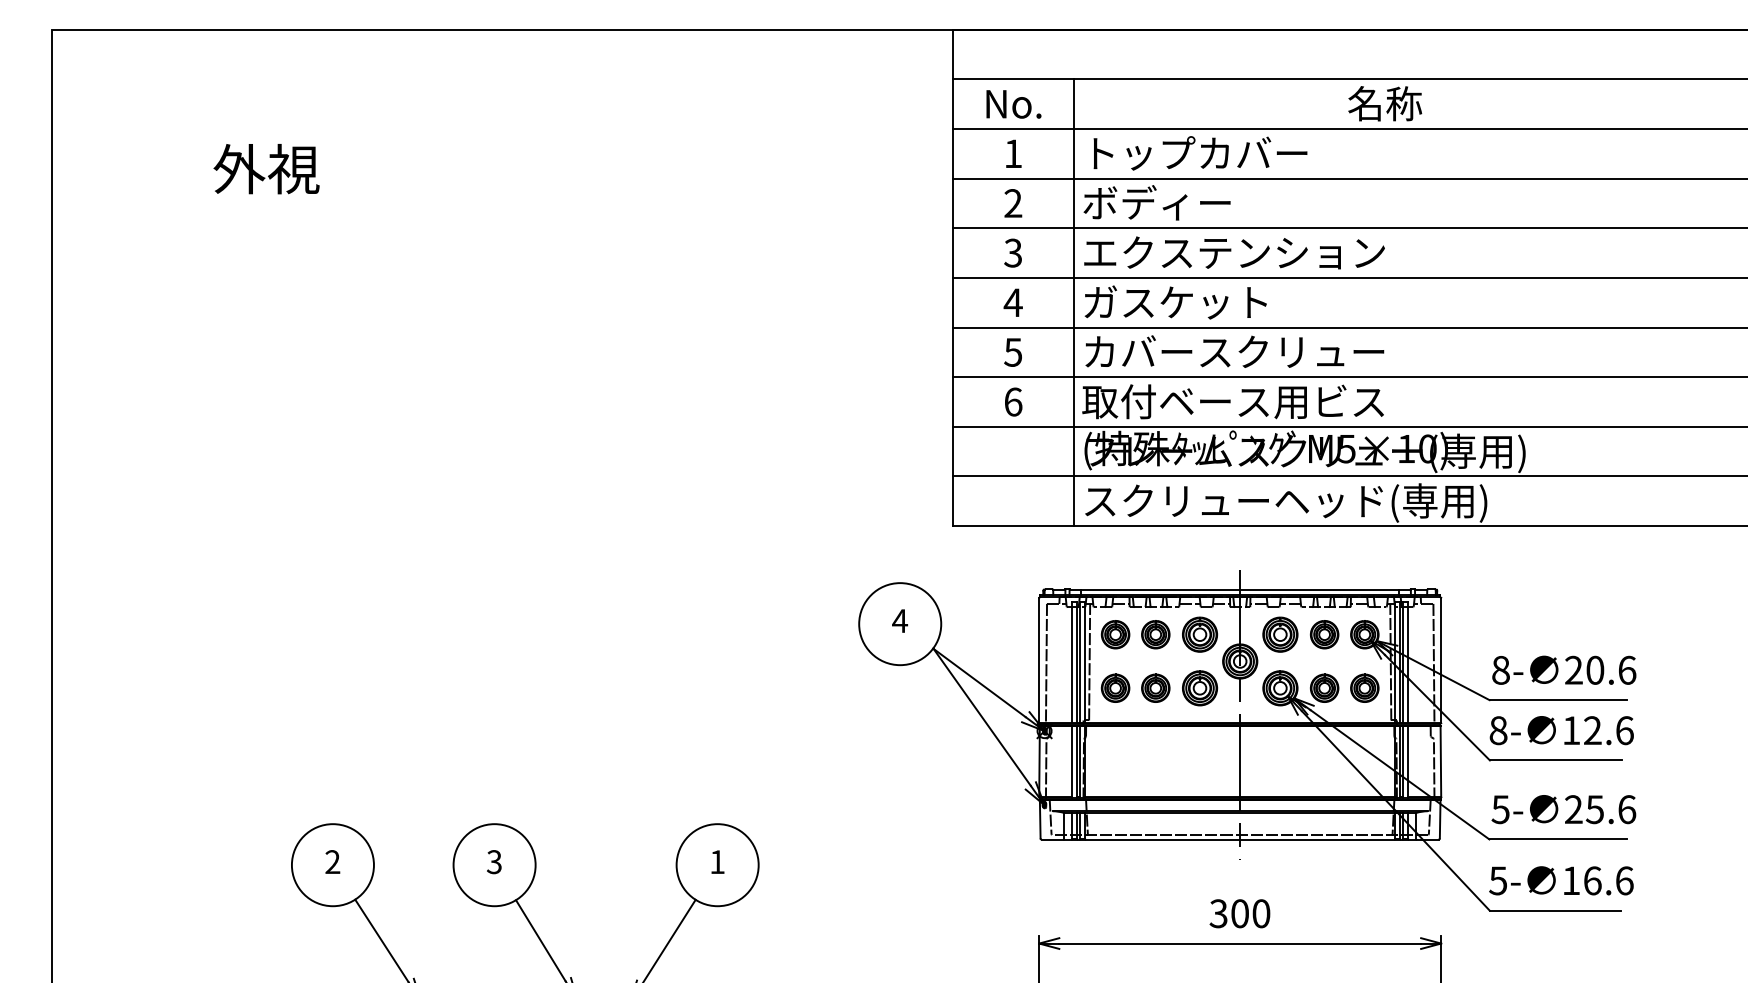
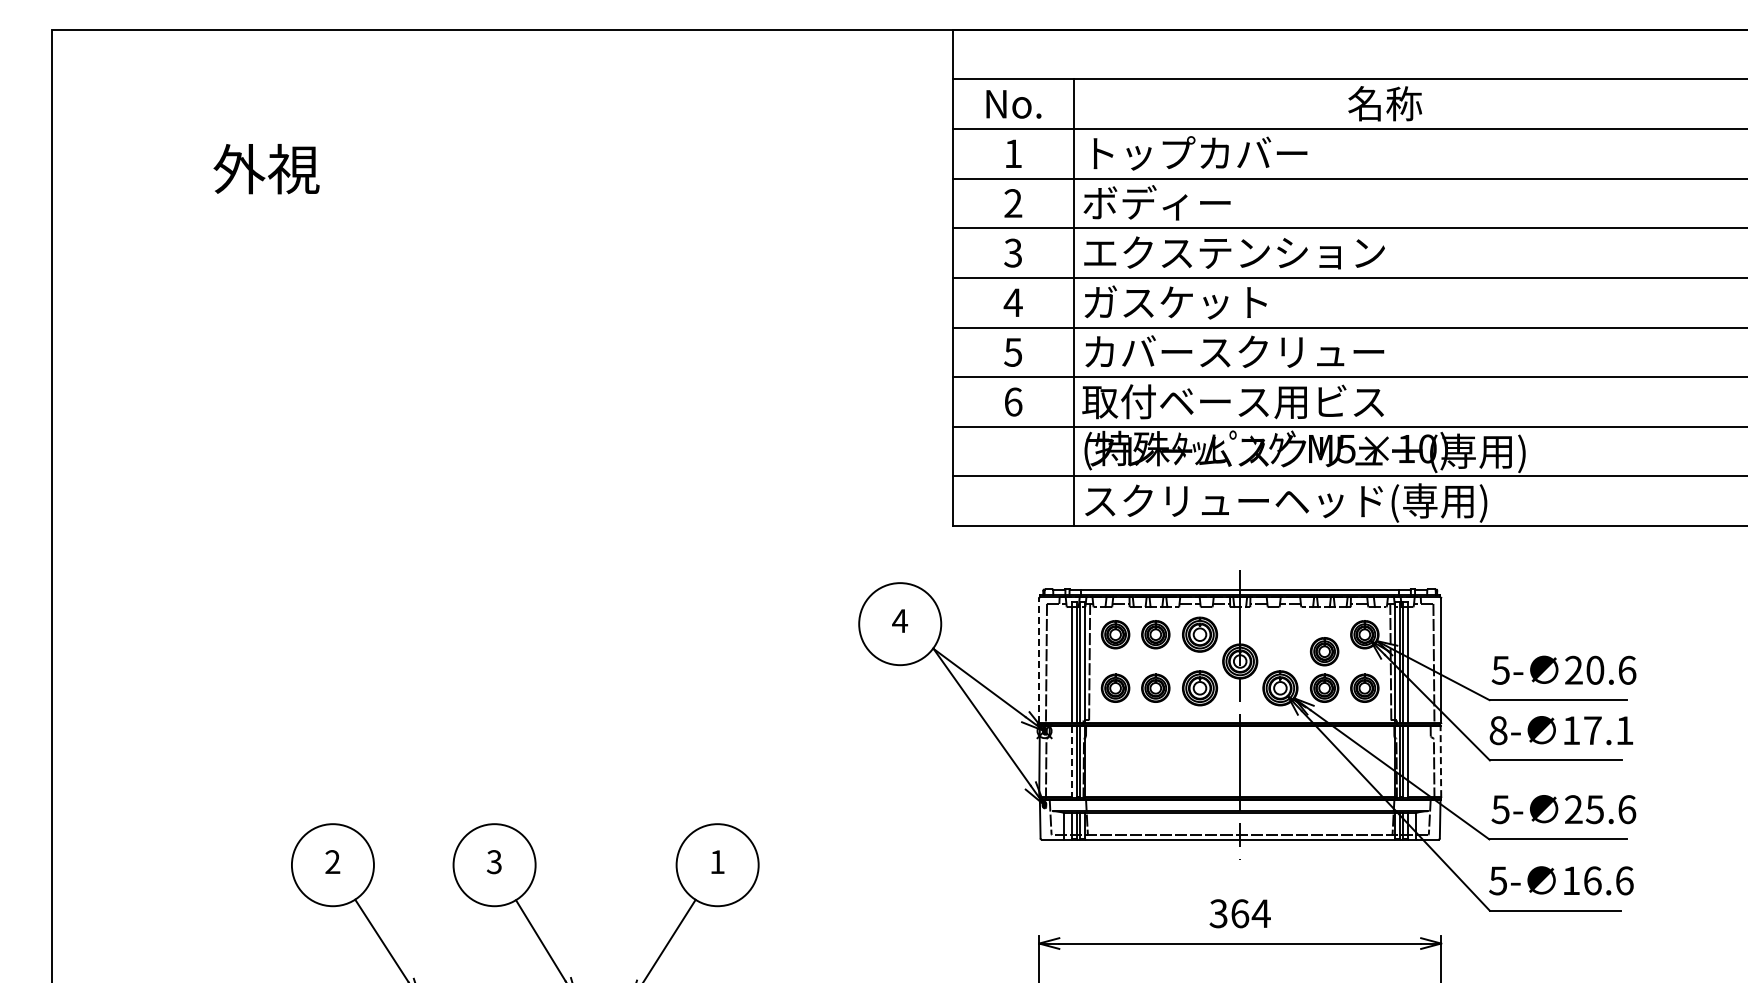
part at (1280, 634): present -> none
part at (1324, 634) position: (1324, 634) -> (1324, 651)
line at (1039, 660): solid -> dashed
text at (1500, 670): 8- -> 5-
text at (1608, 730): 12.6 -> 17.1
line at (1072, 761): solid -> dashed
line at (1440, 761): solid -> dashed
text at (1250, 913): 300 -> 364
